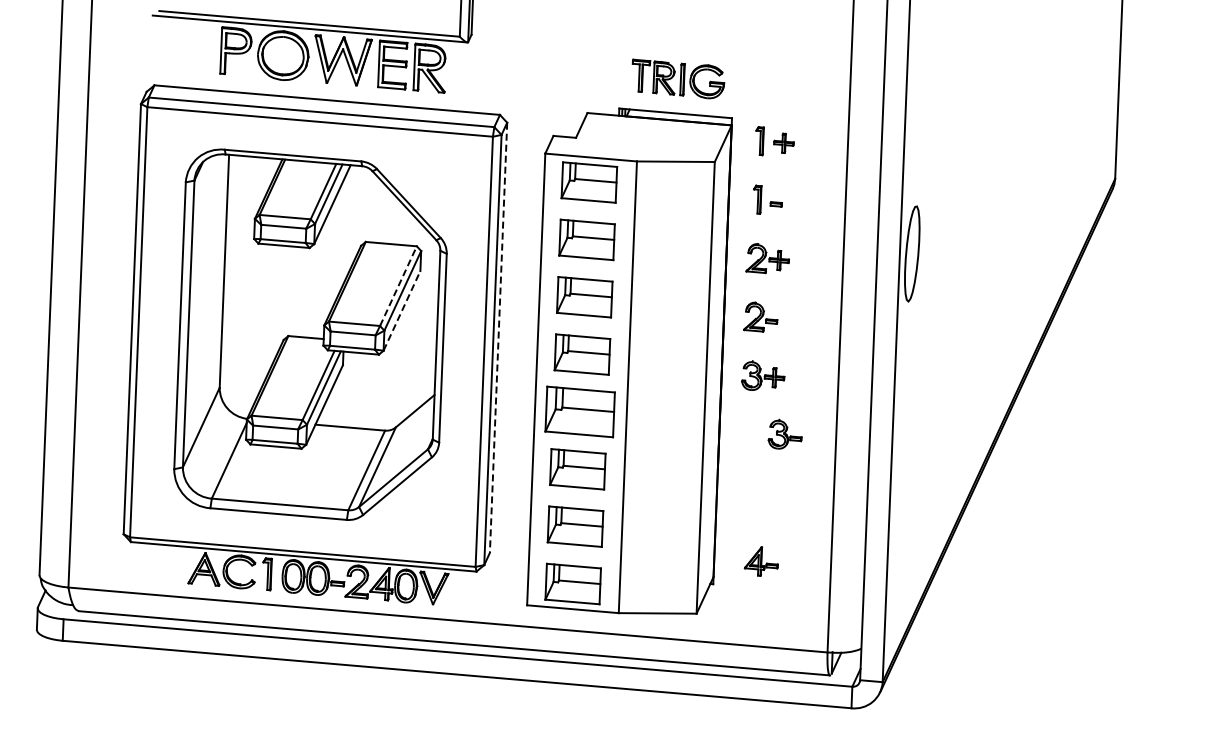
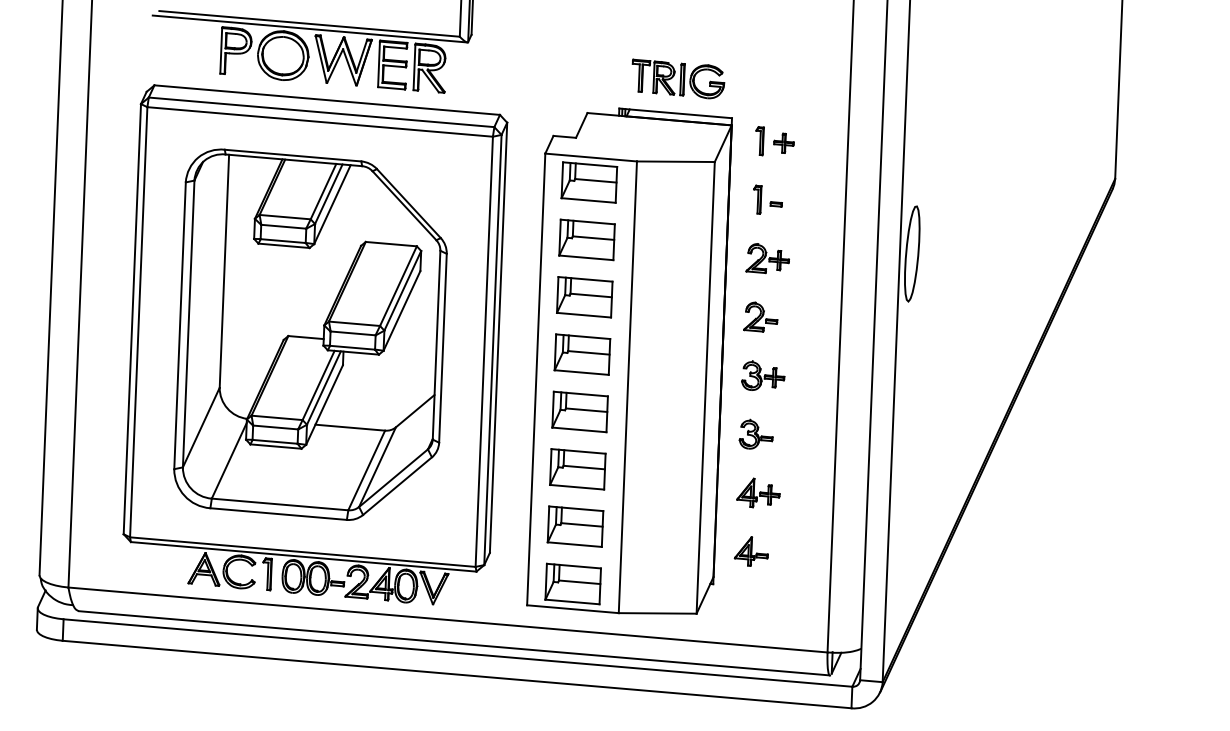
line at (398, 286): dashed -> solid
line at (401, 310): dashed -> solid
line at (498, 338): dashed -> solid
part at (579, 411) size: 72x54 px -> 58x44 px
part at (784, 433) position: (784, 433) -> (755, 433)
part at (758, 492): none -> present
part at (760, 561) position: (760, 561) -> (750, 551)
